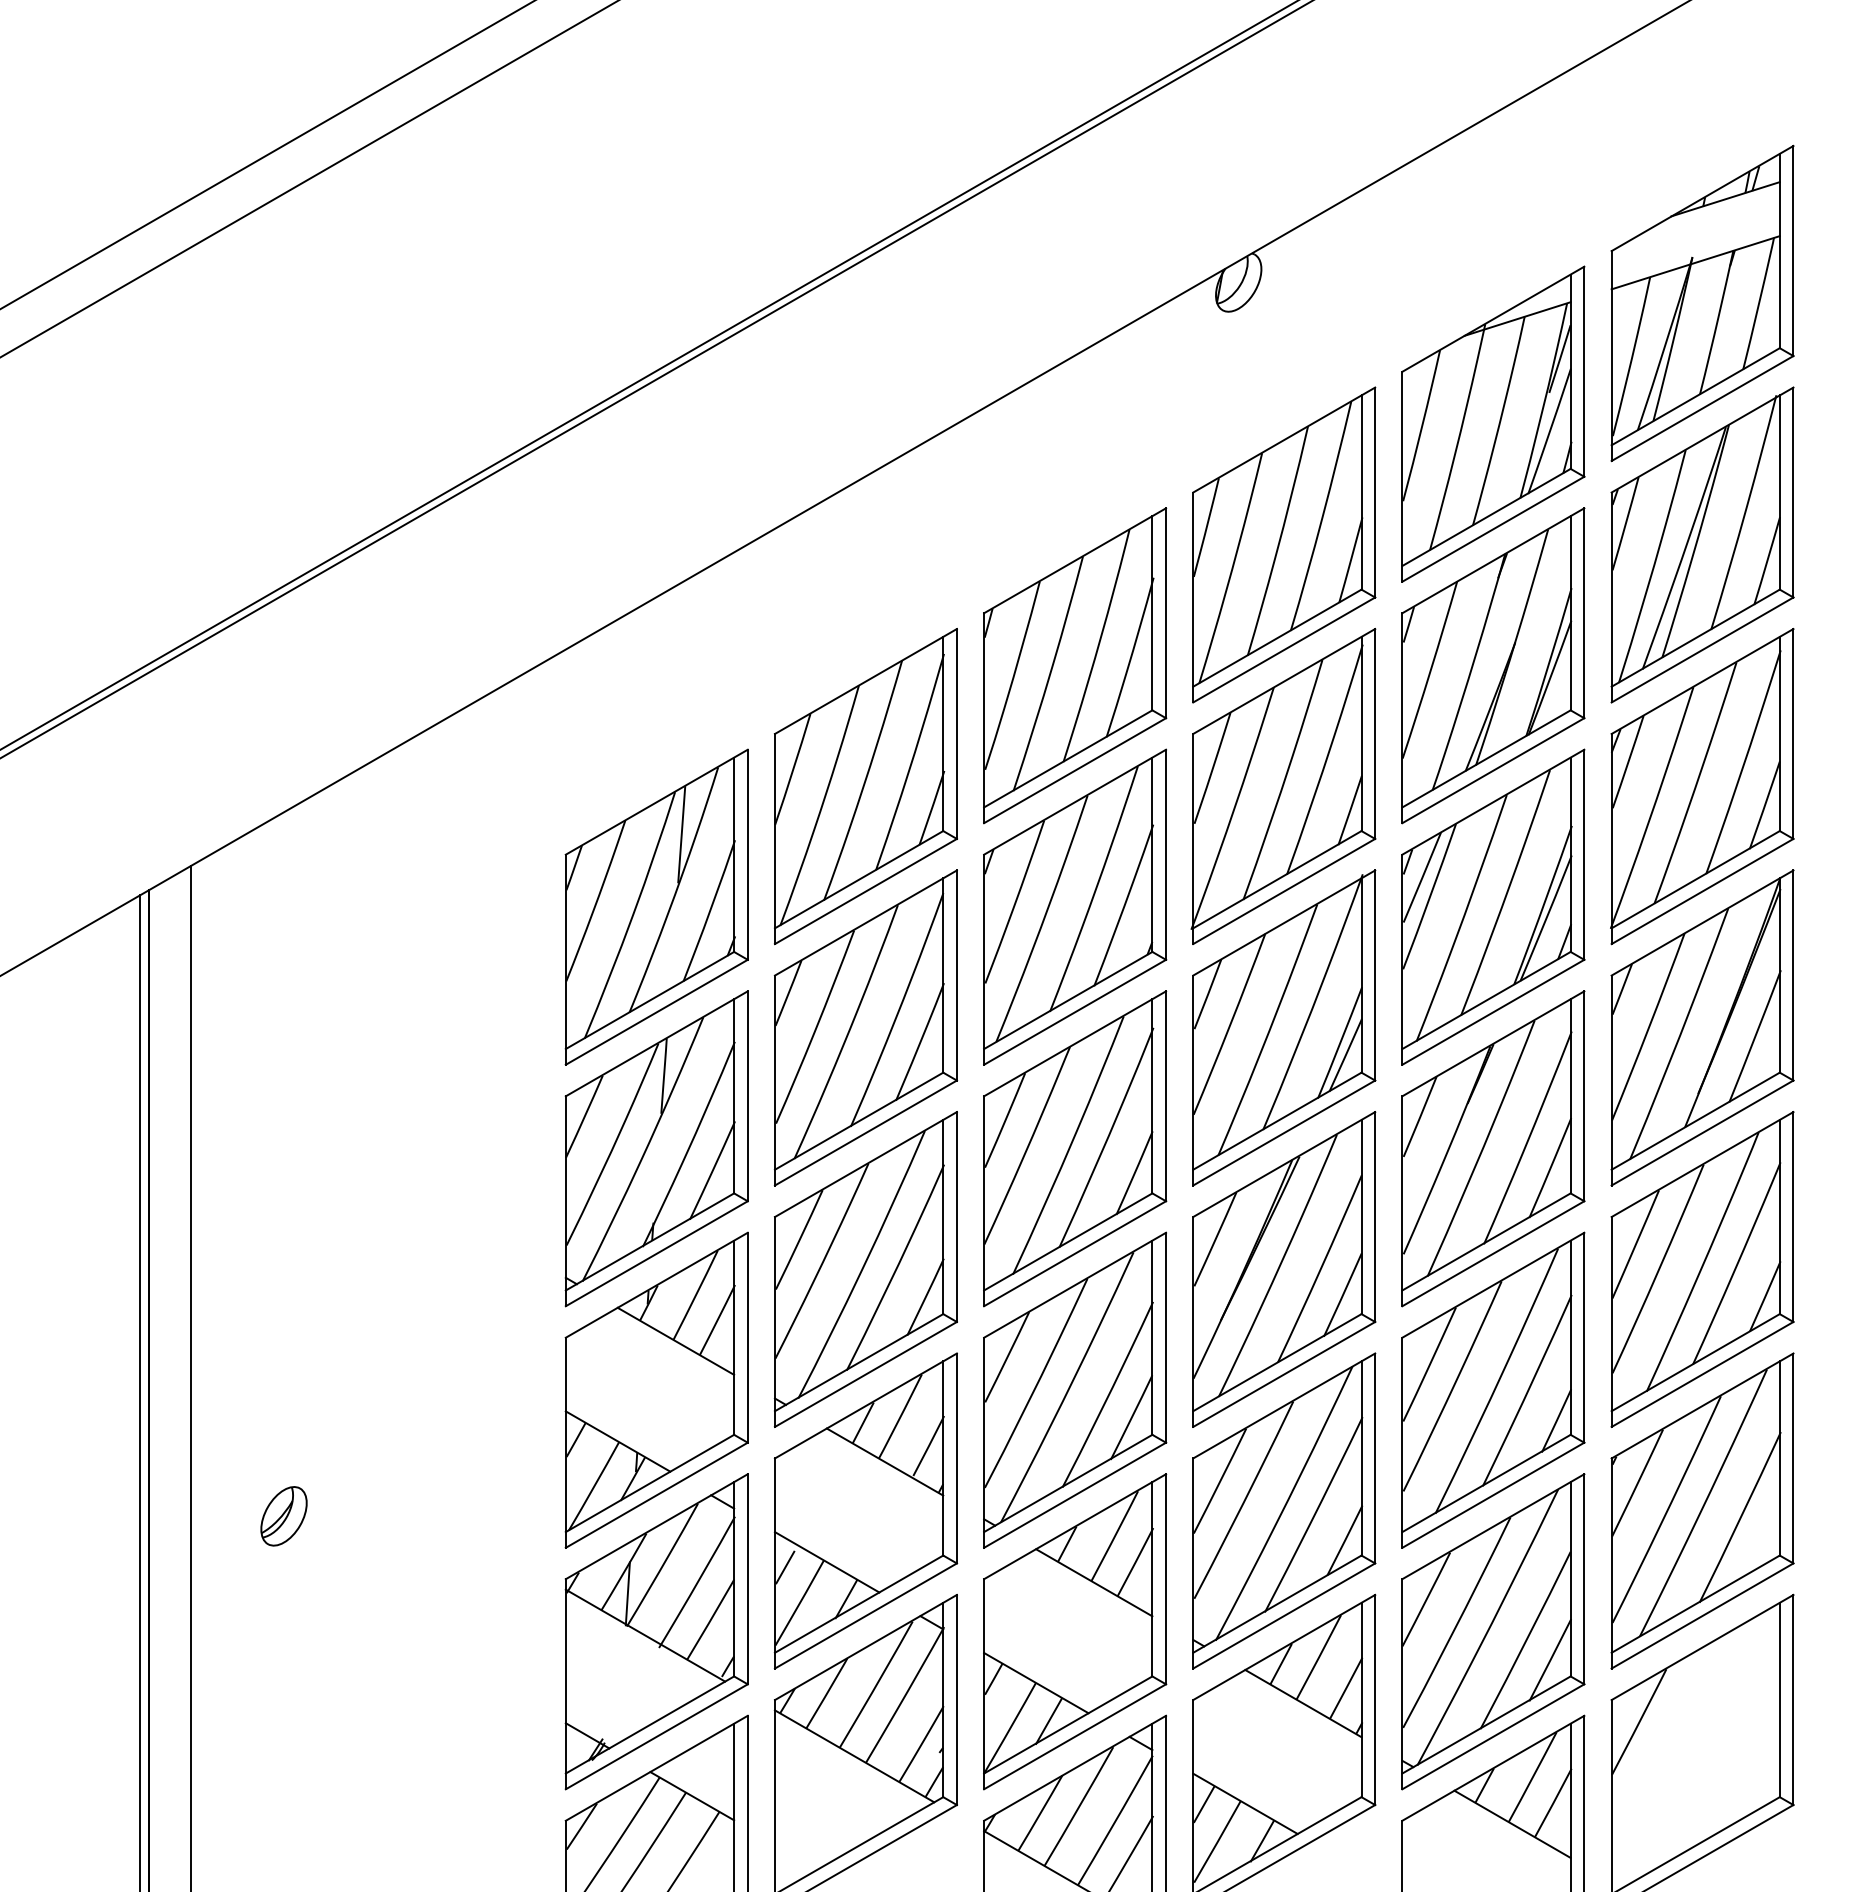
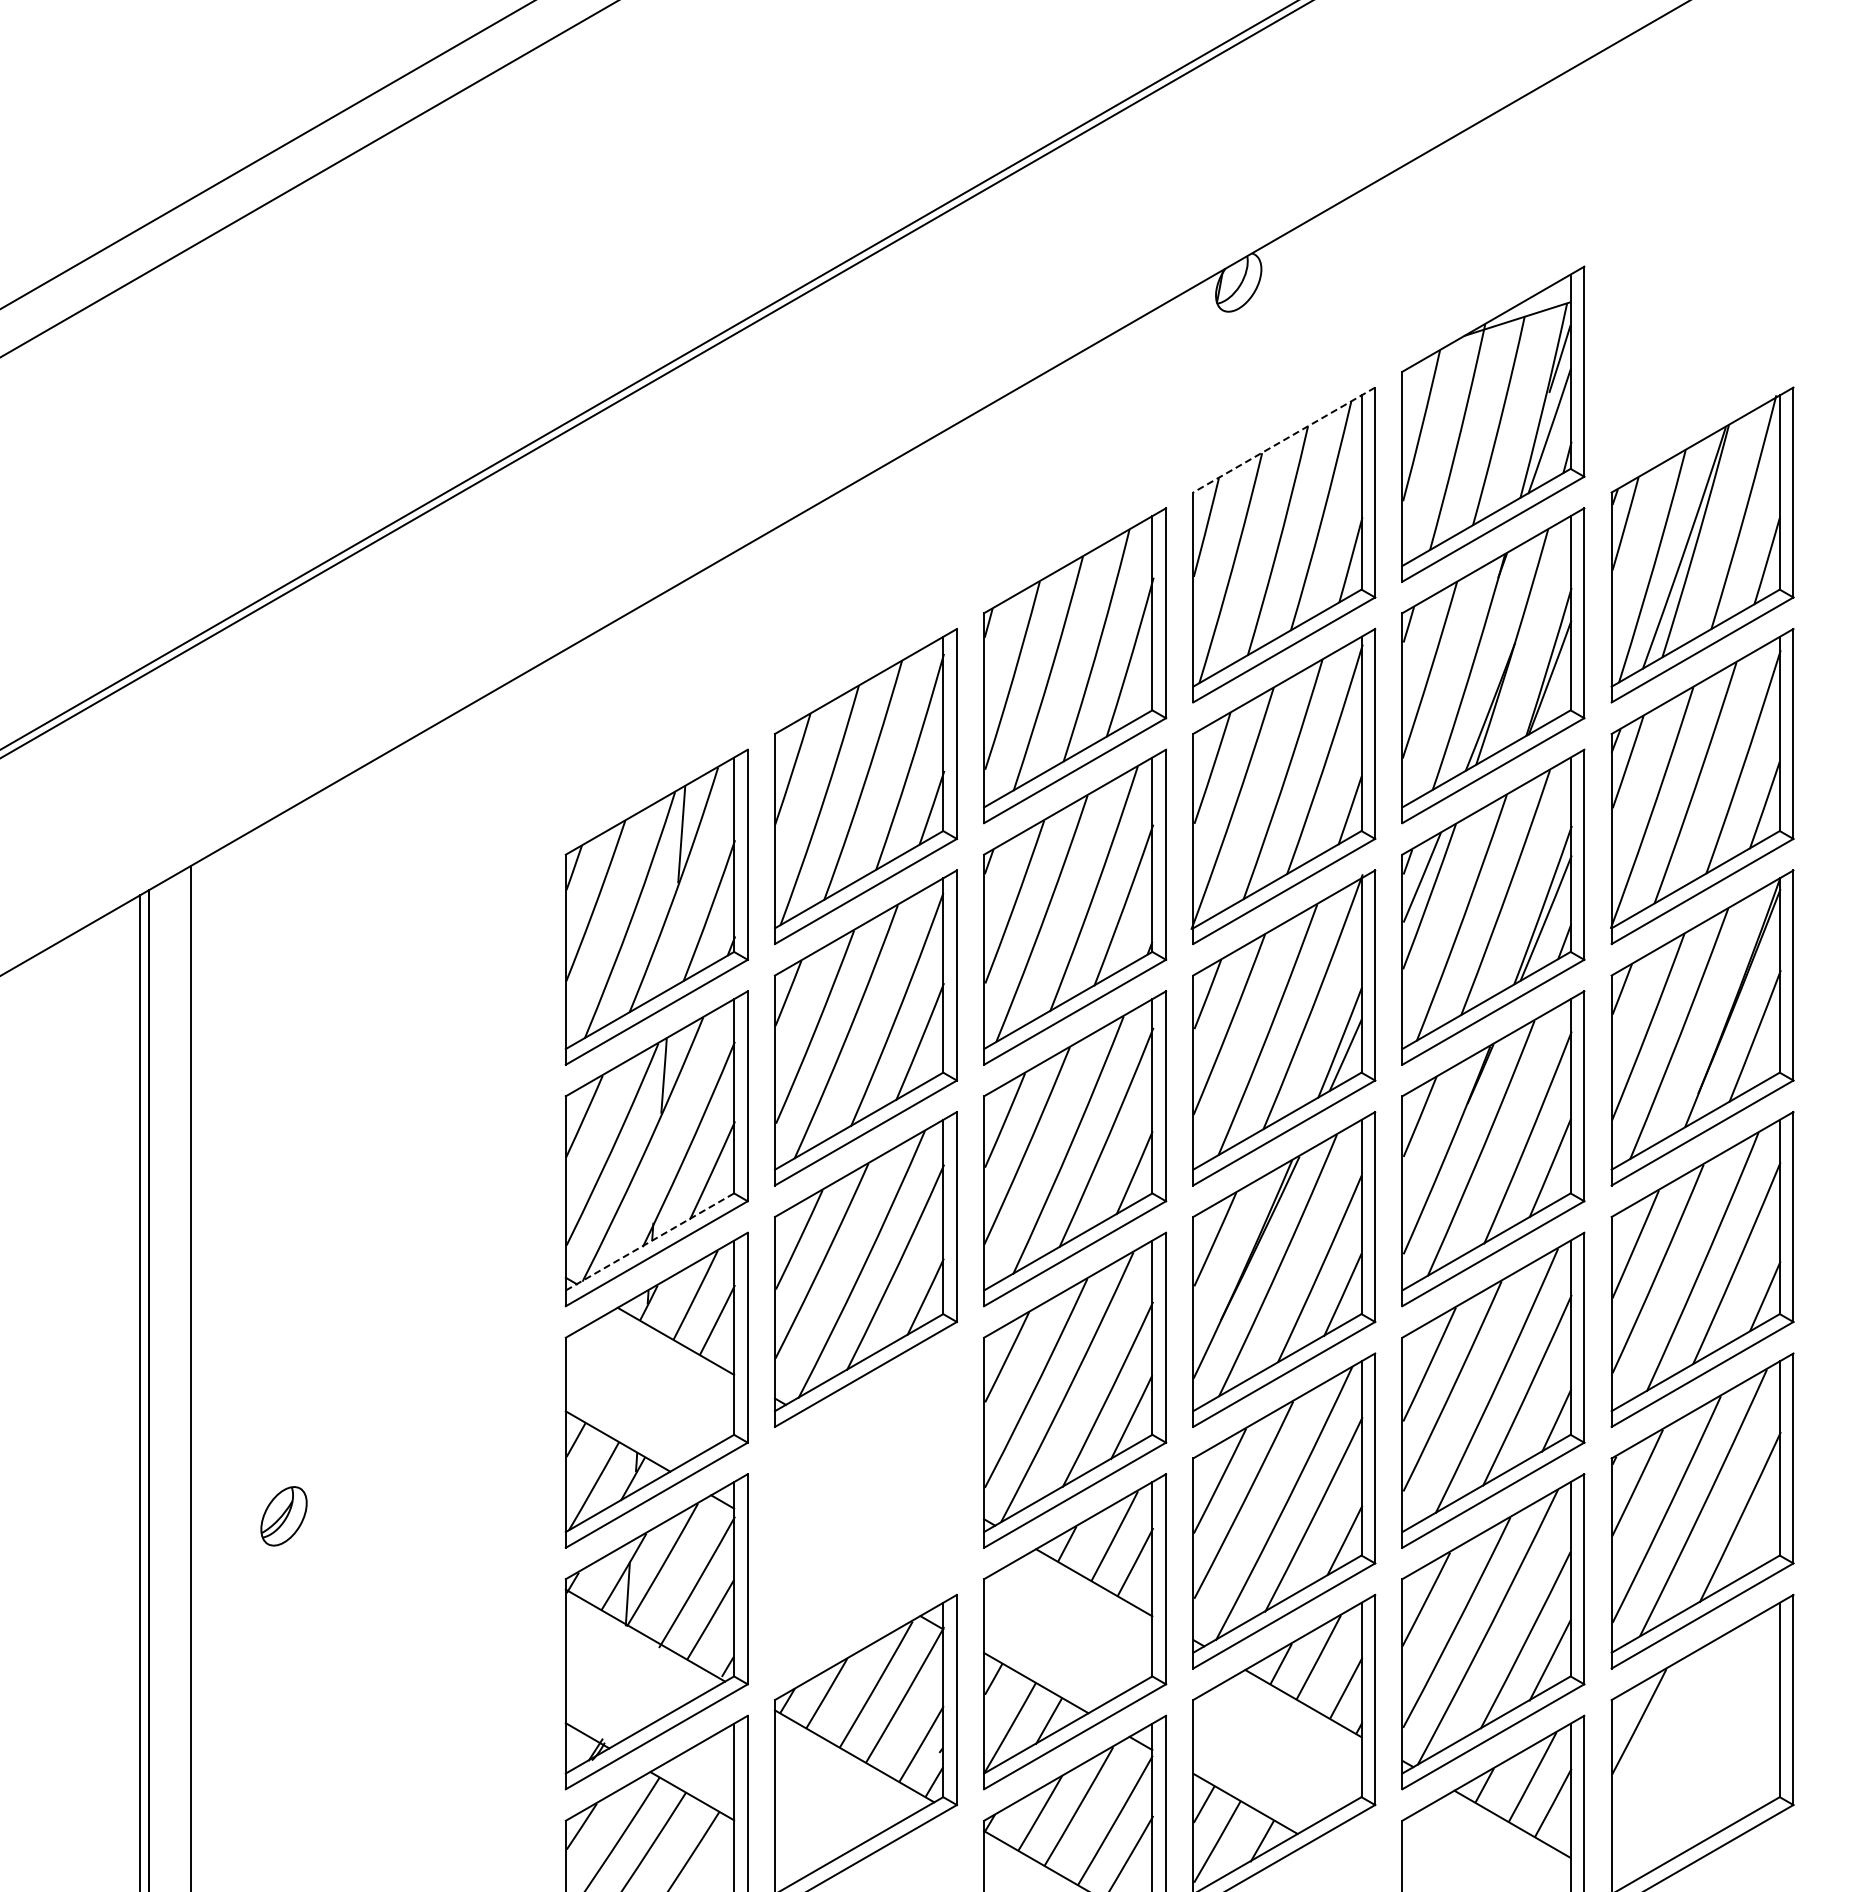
part at (1702, 303): present -> none
line at (1283, 440): solid -> dashed
line at (650, 1241): solid -> dashed
part at (865, 1510): present -> none
